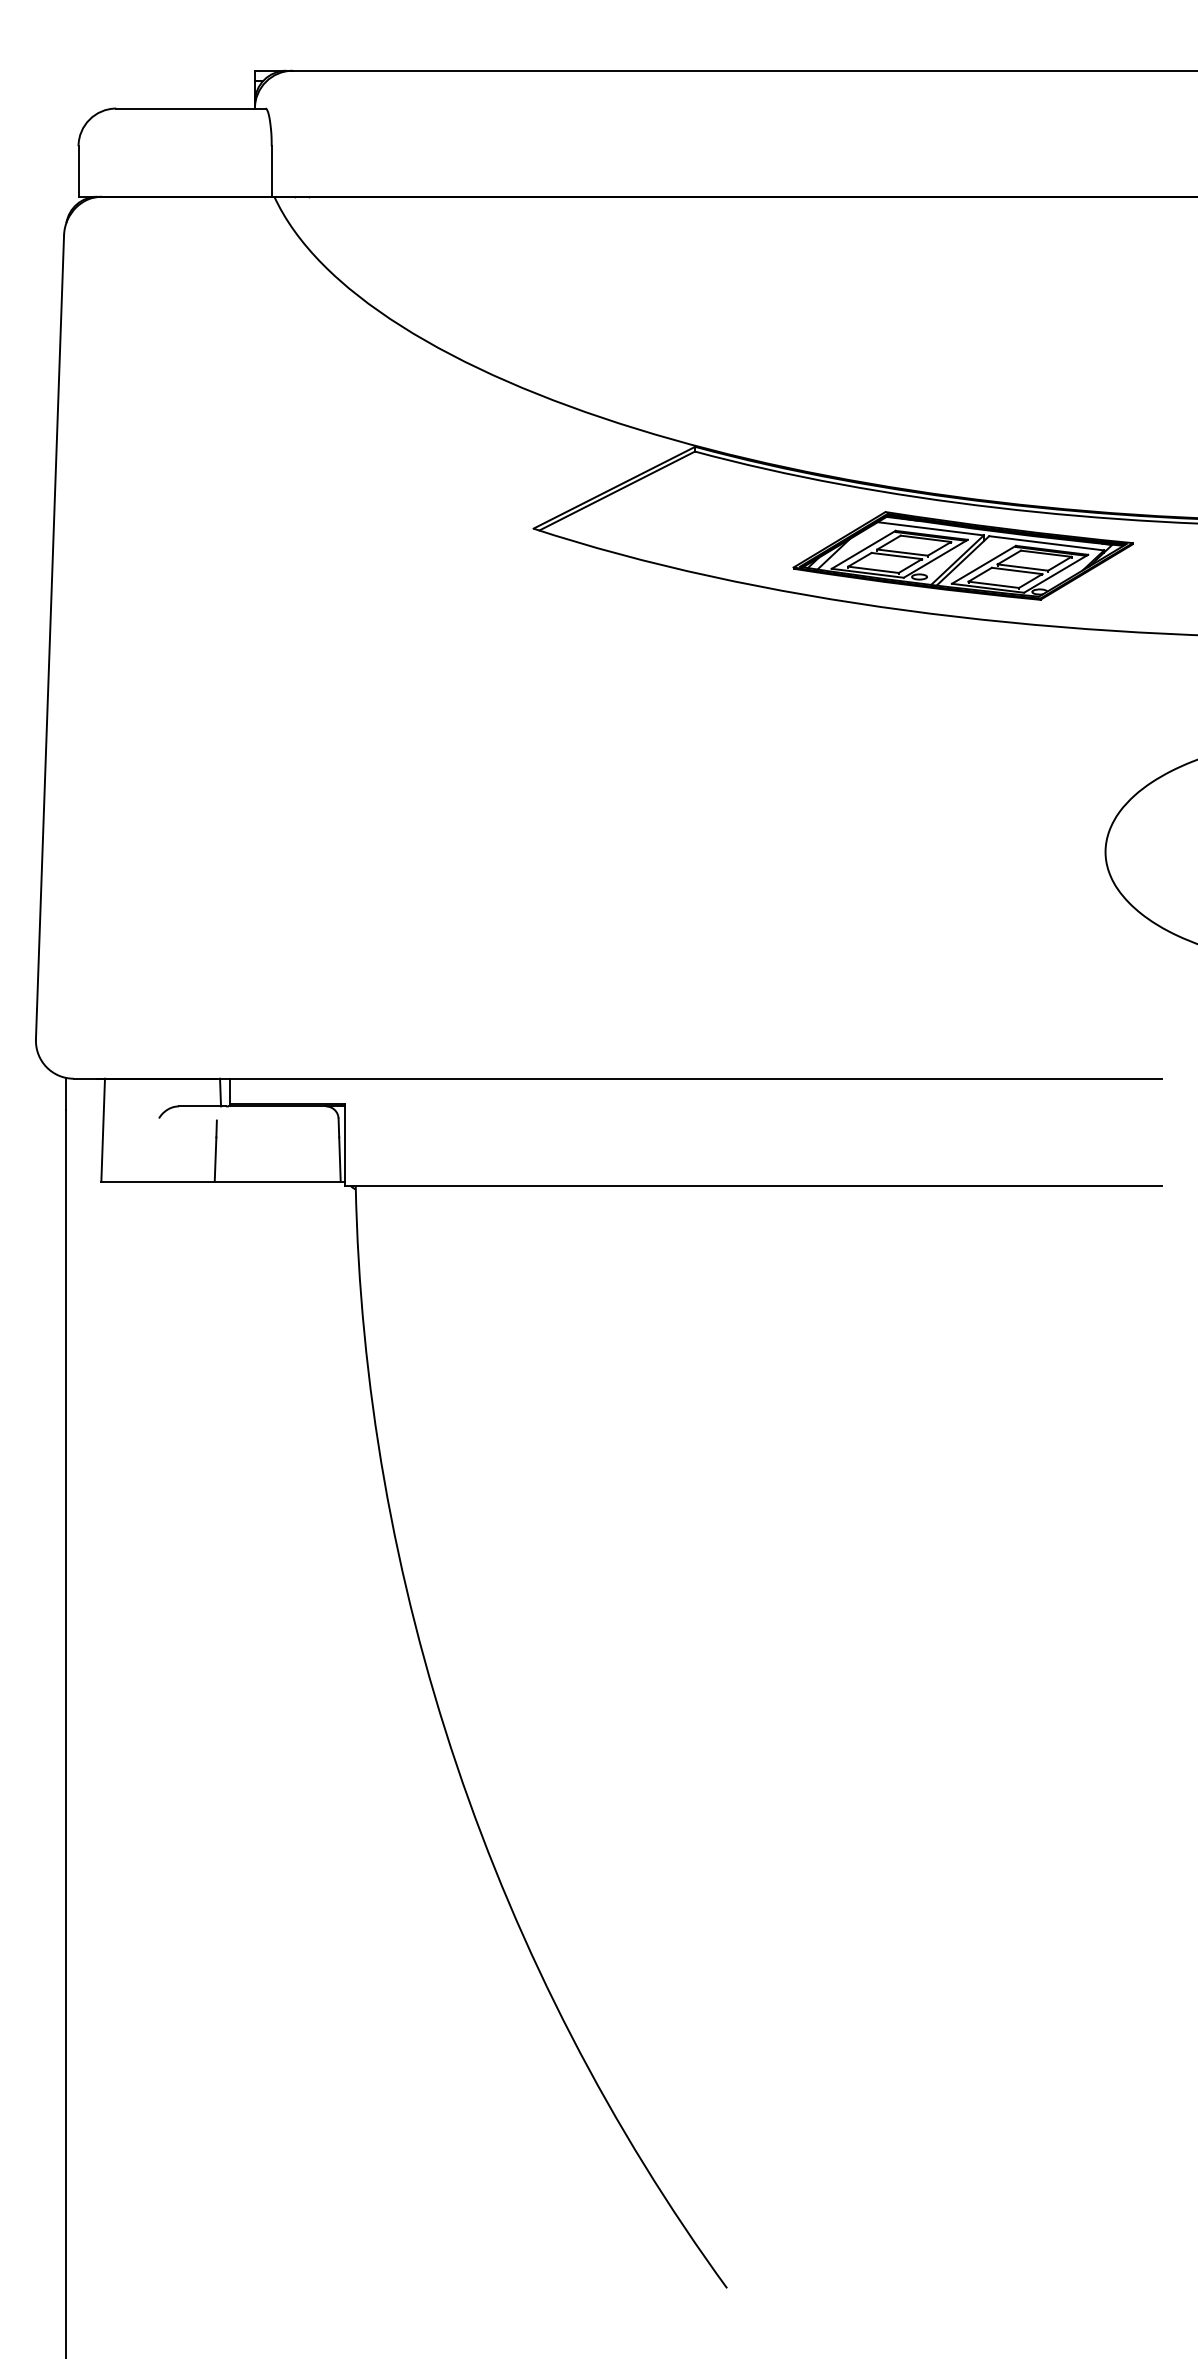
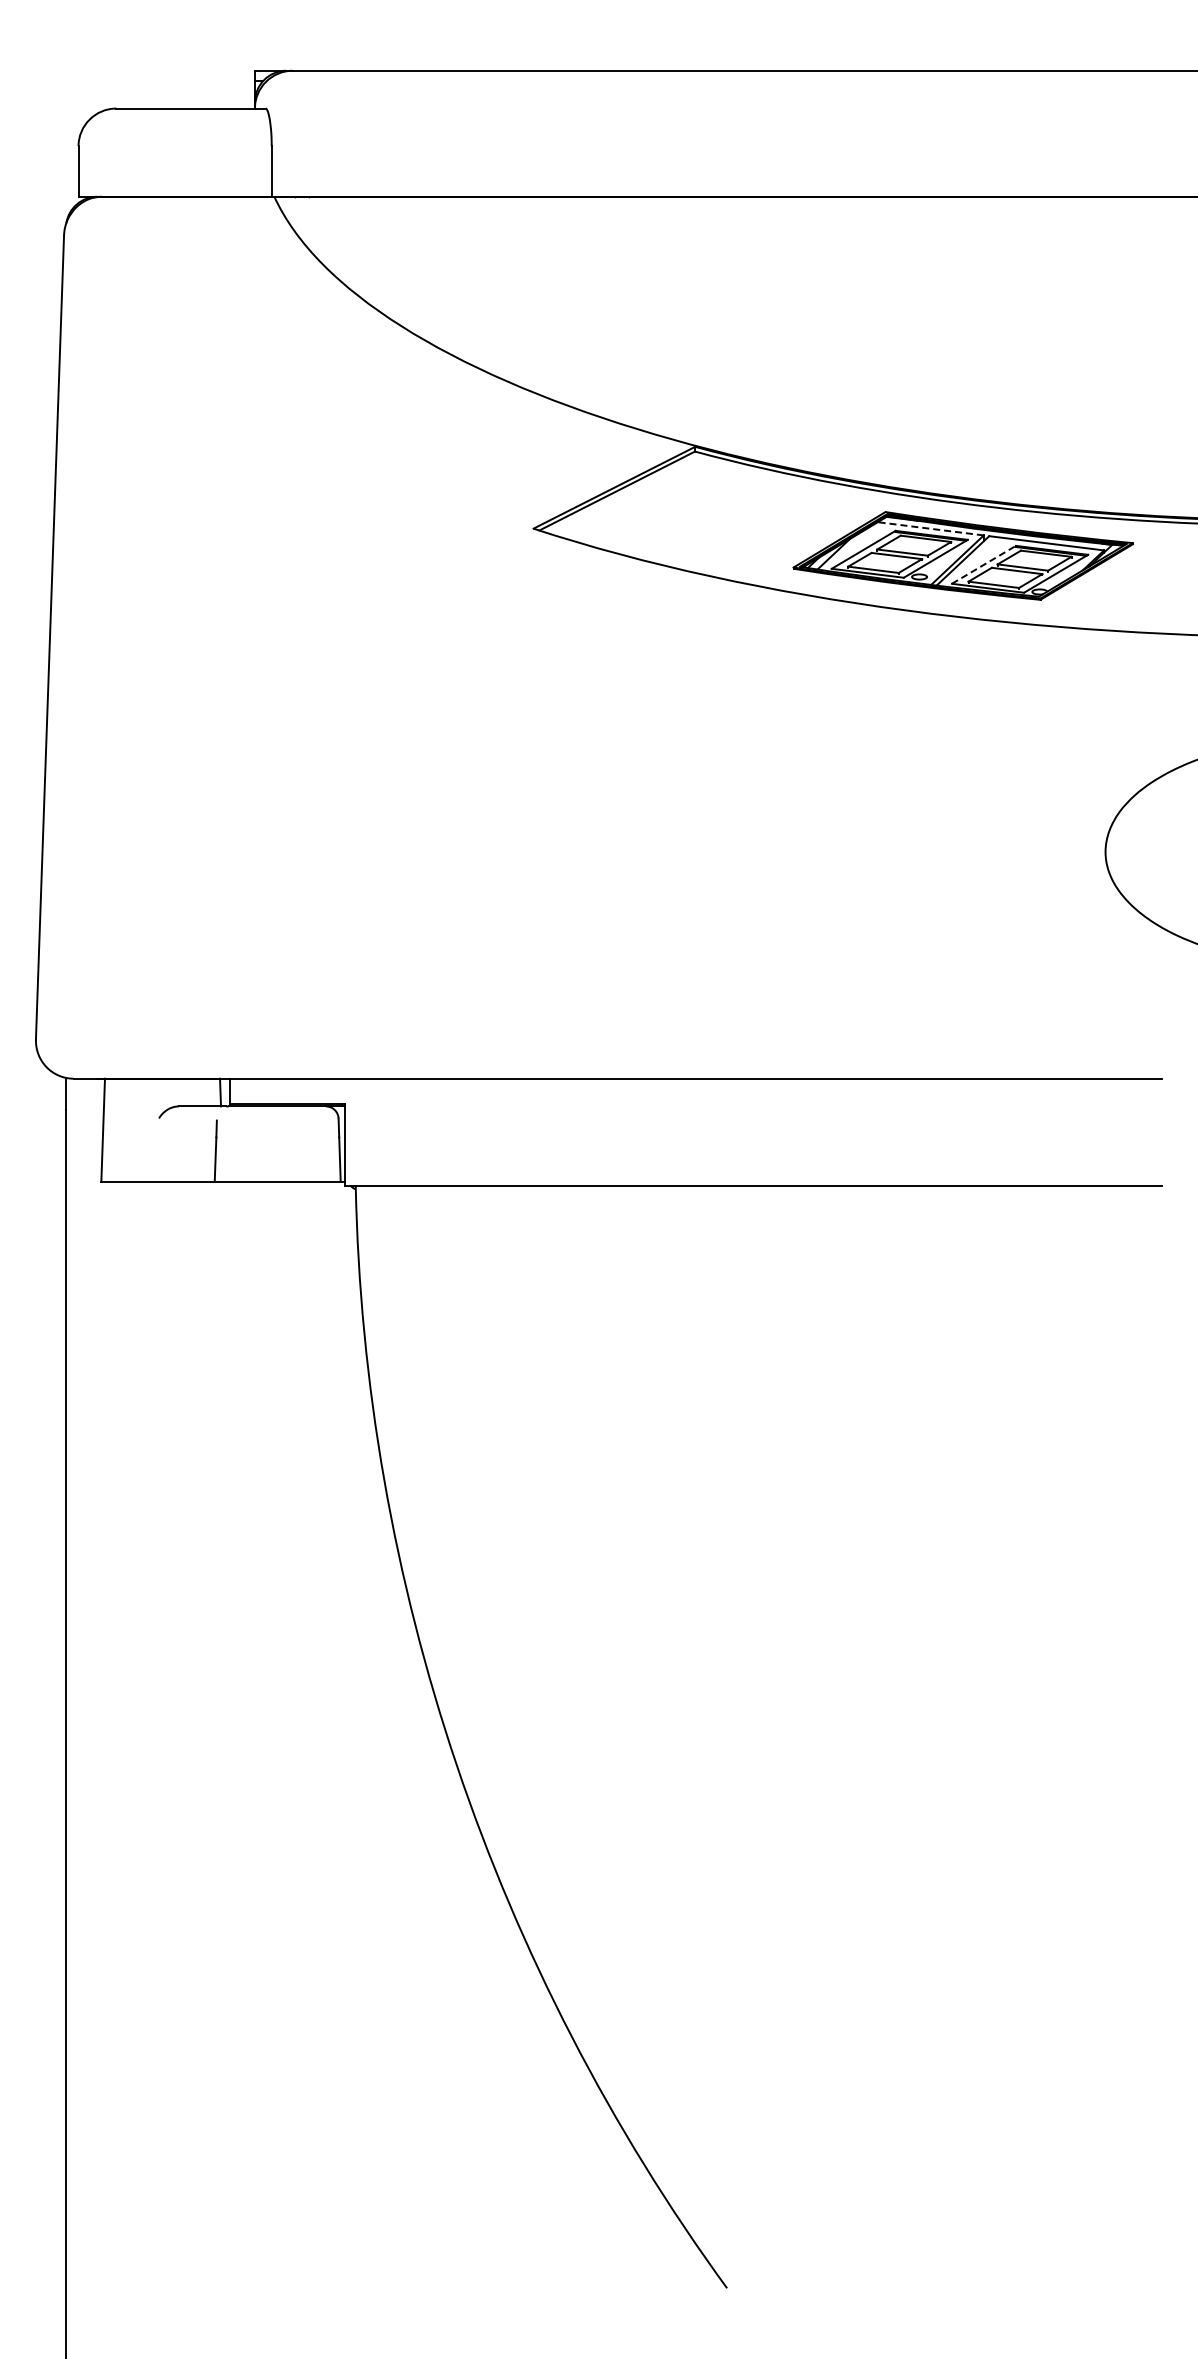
line at (930, 528): solid -> dashed
line at (984, 564): solid -> dashed
